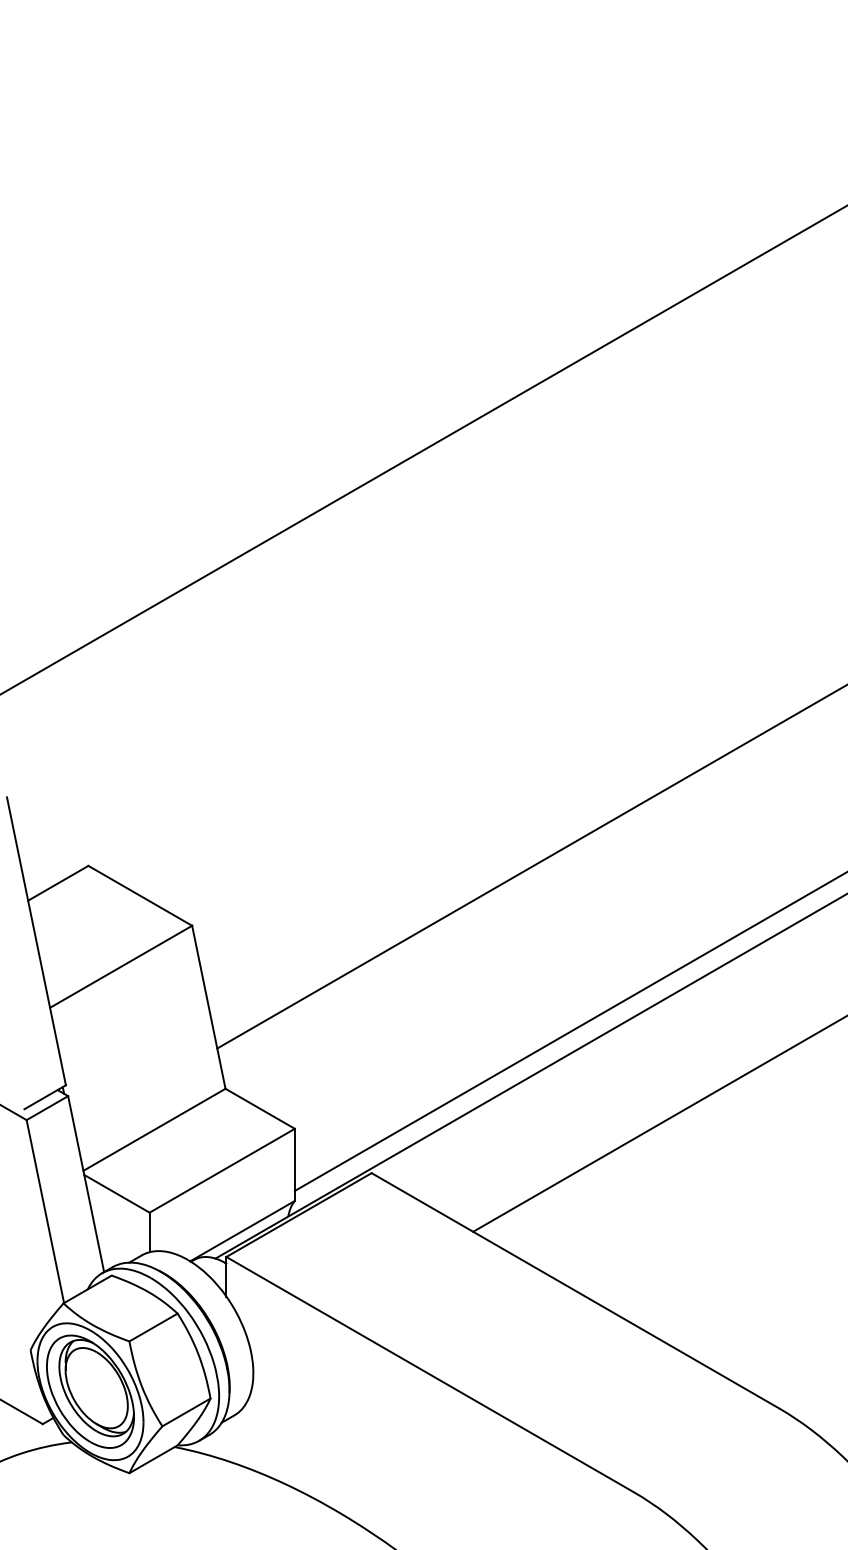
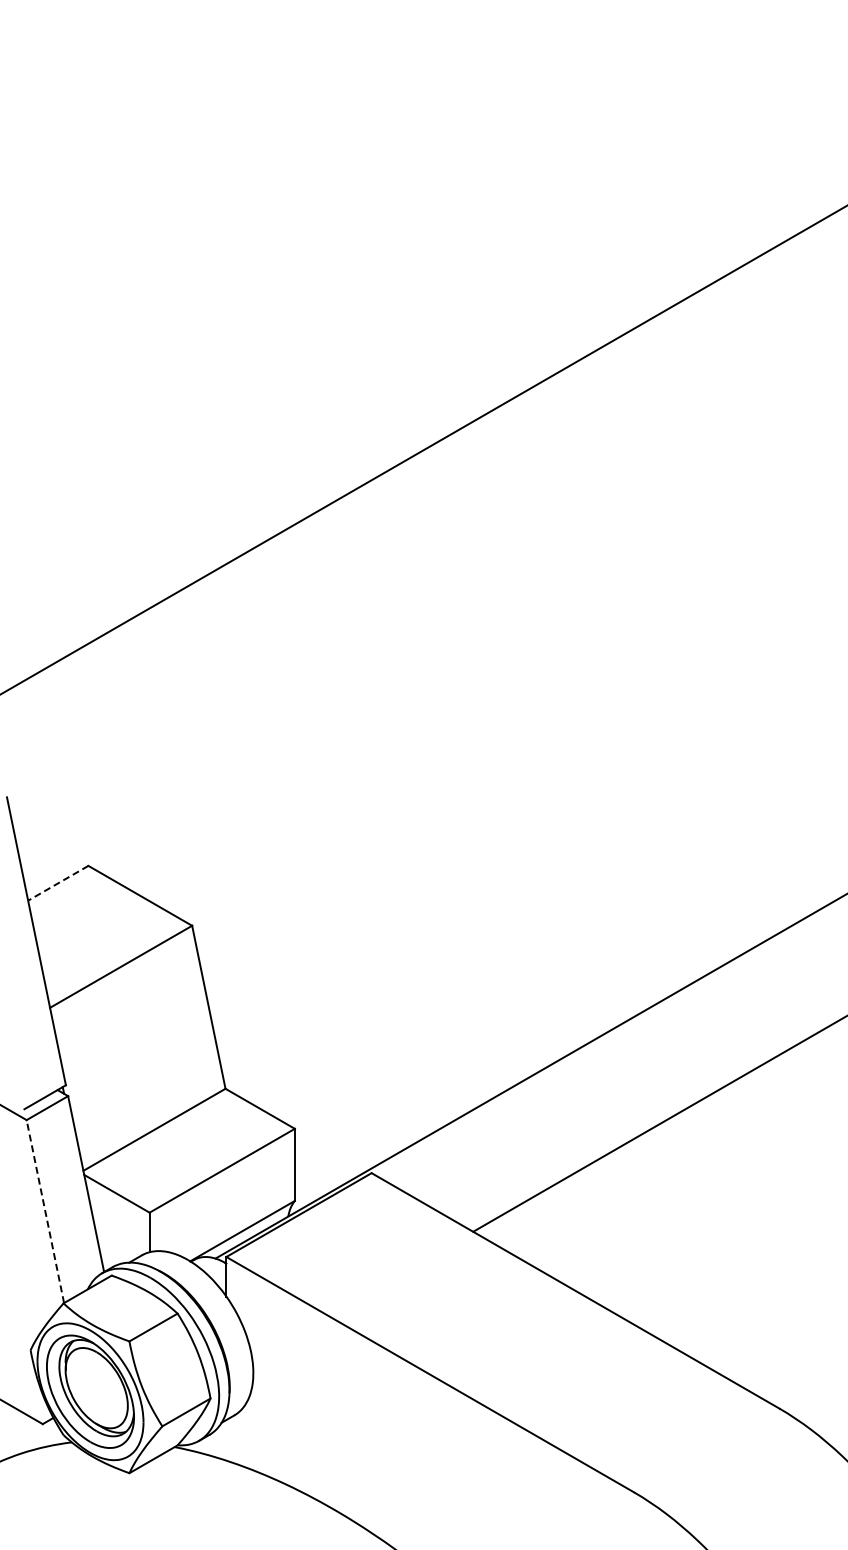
line at (530, 867): present -> none
line at (58, 883): solid -> dashed
line at (569, 1031): present -> none
line at (45, 1211): solid -> dashed
